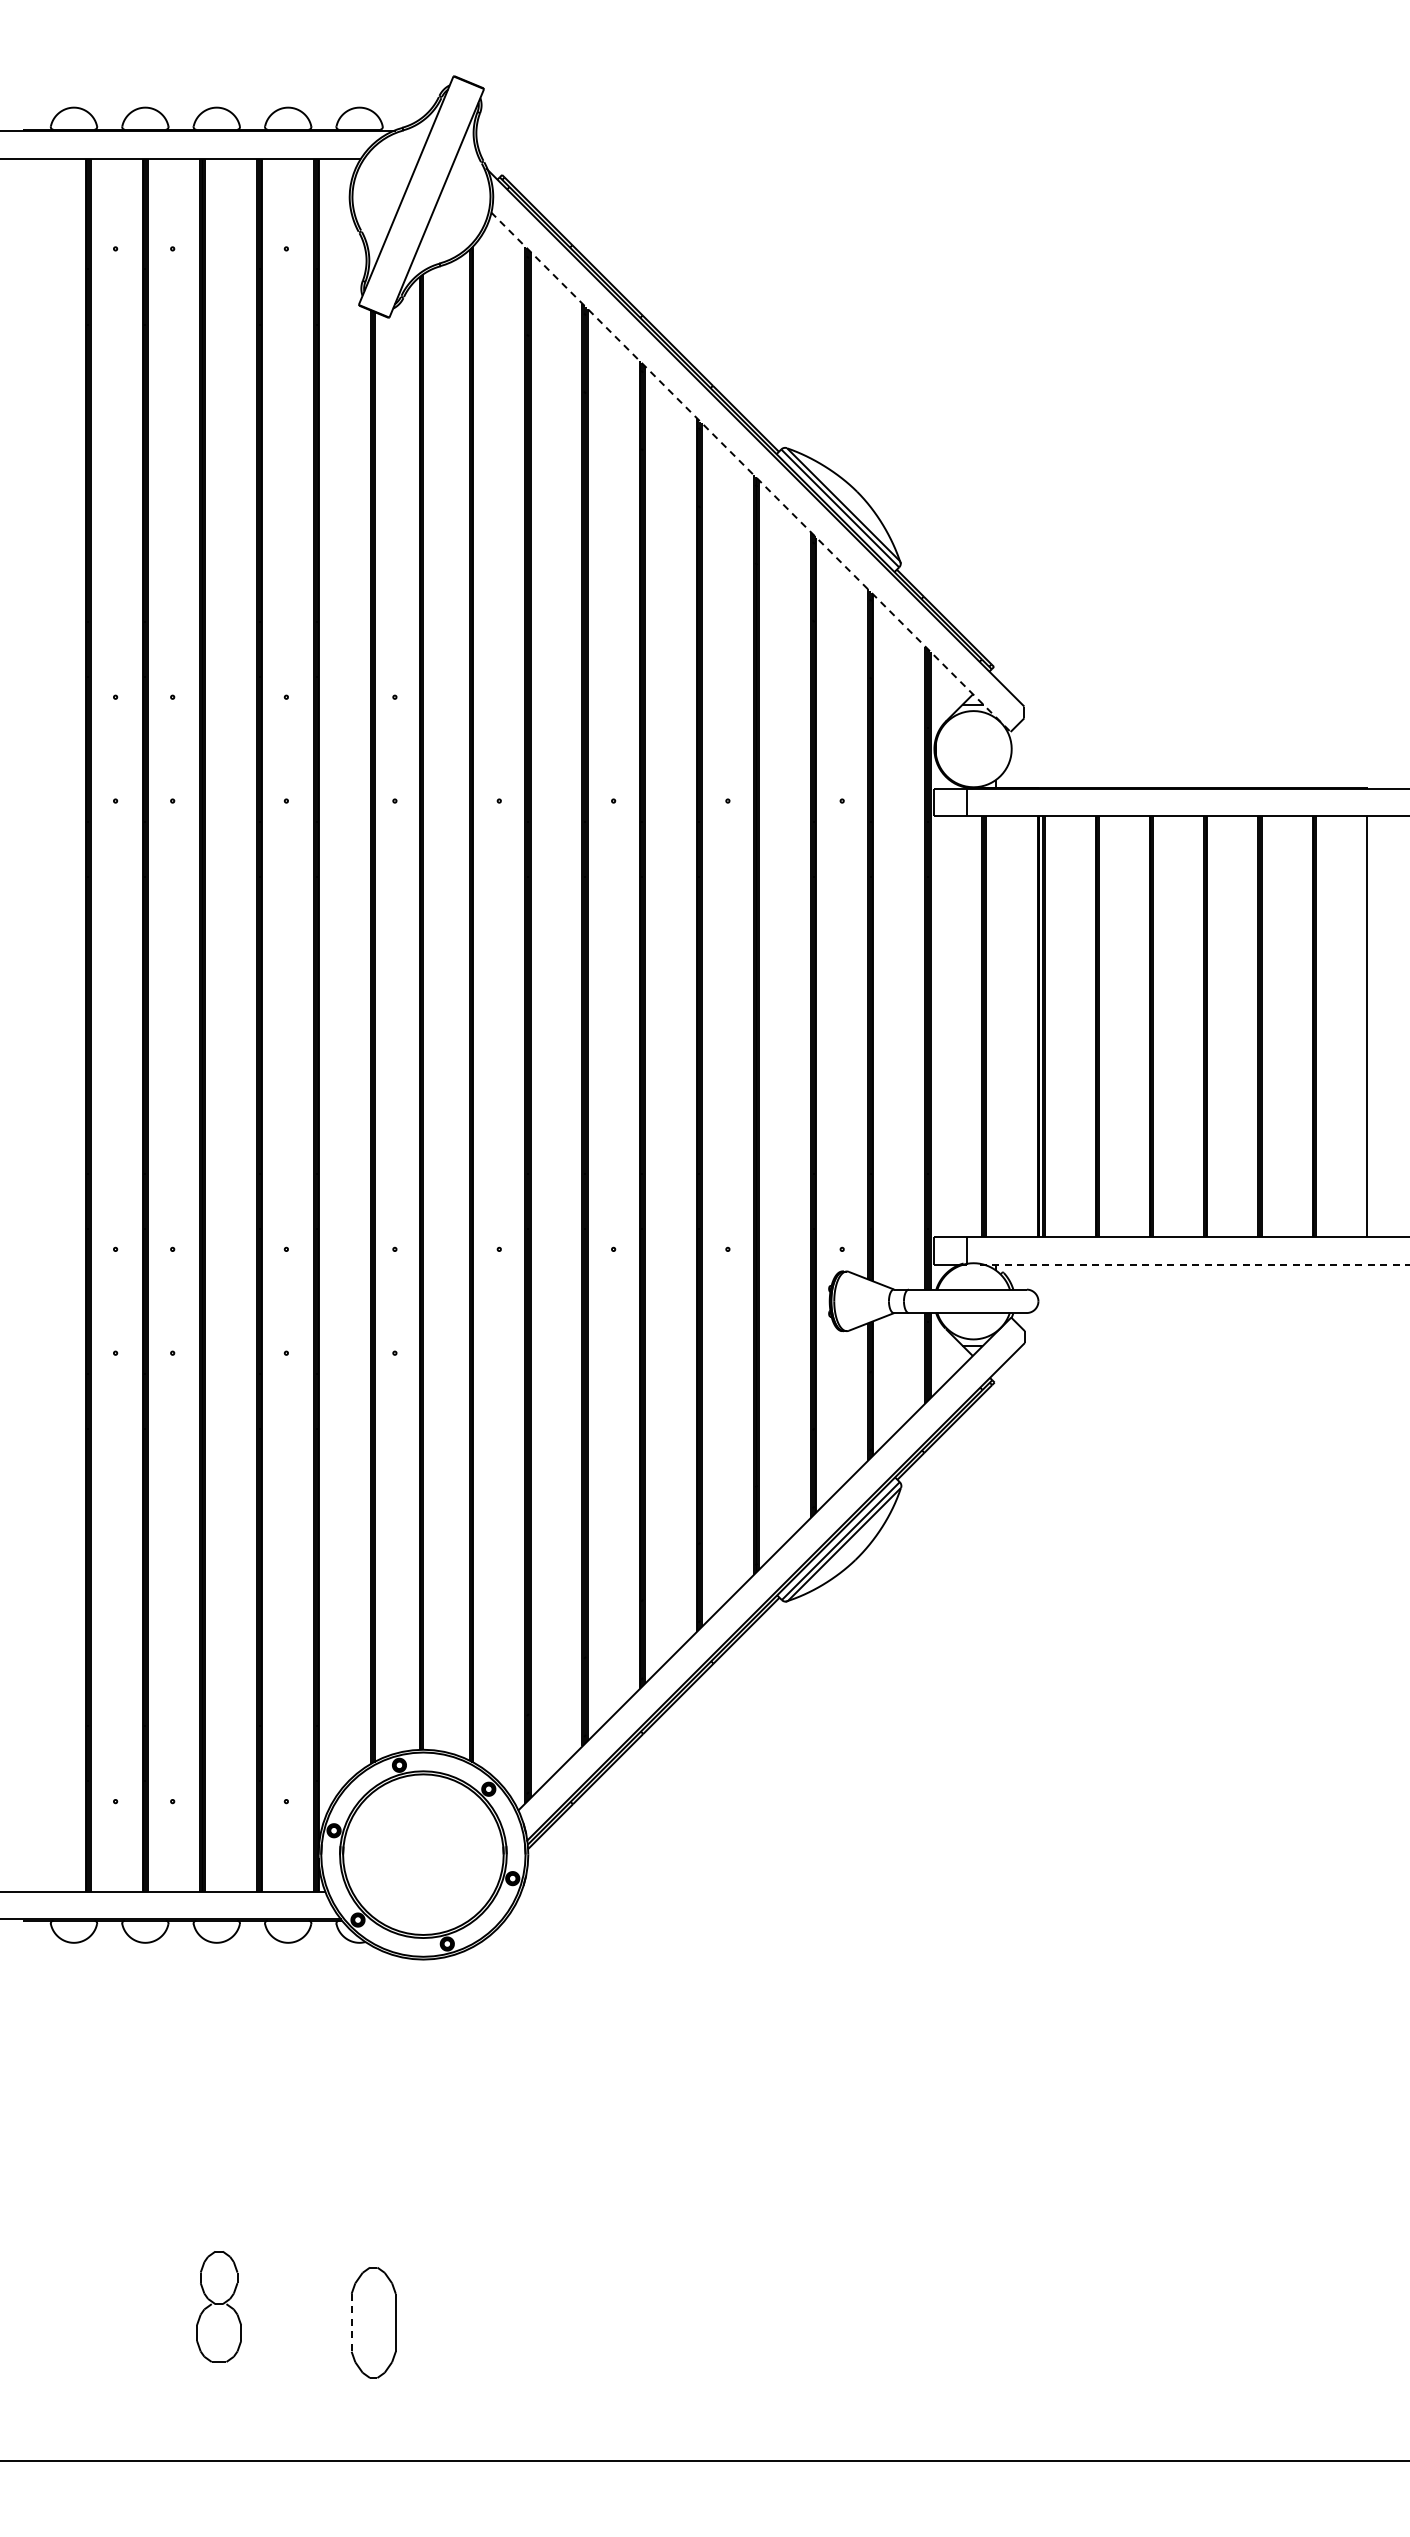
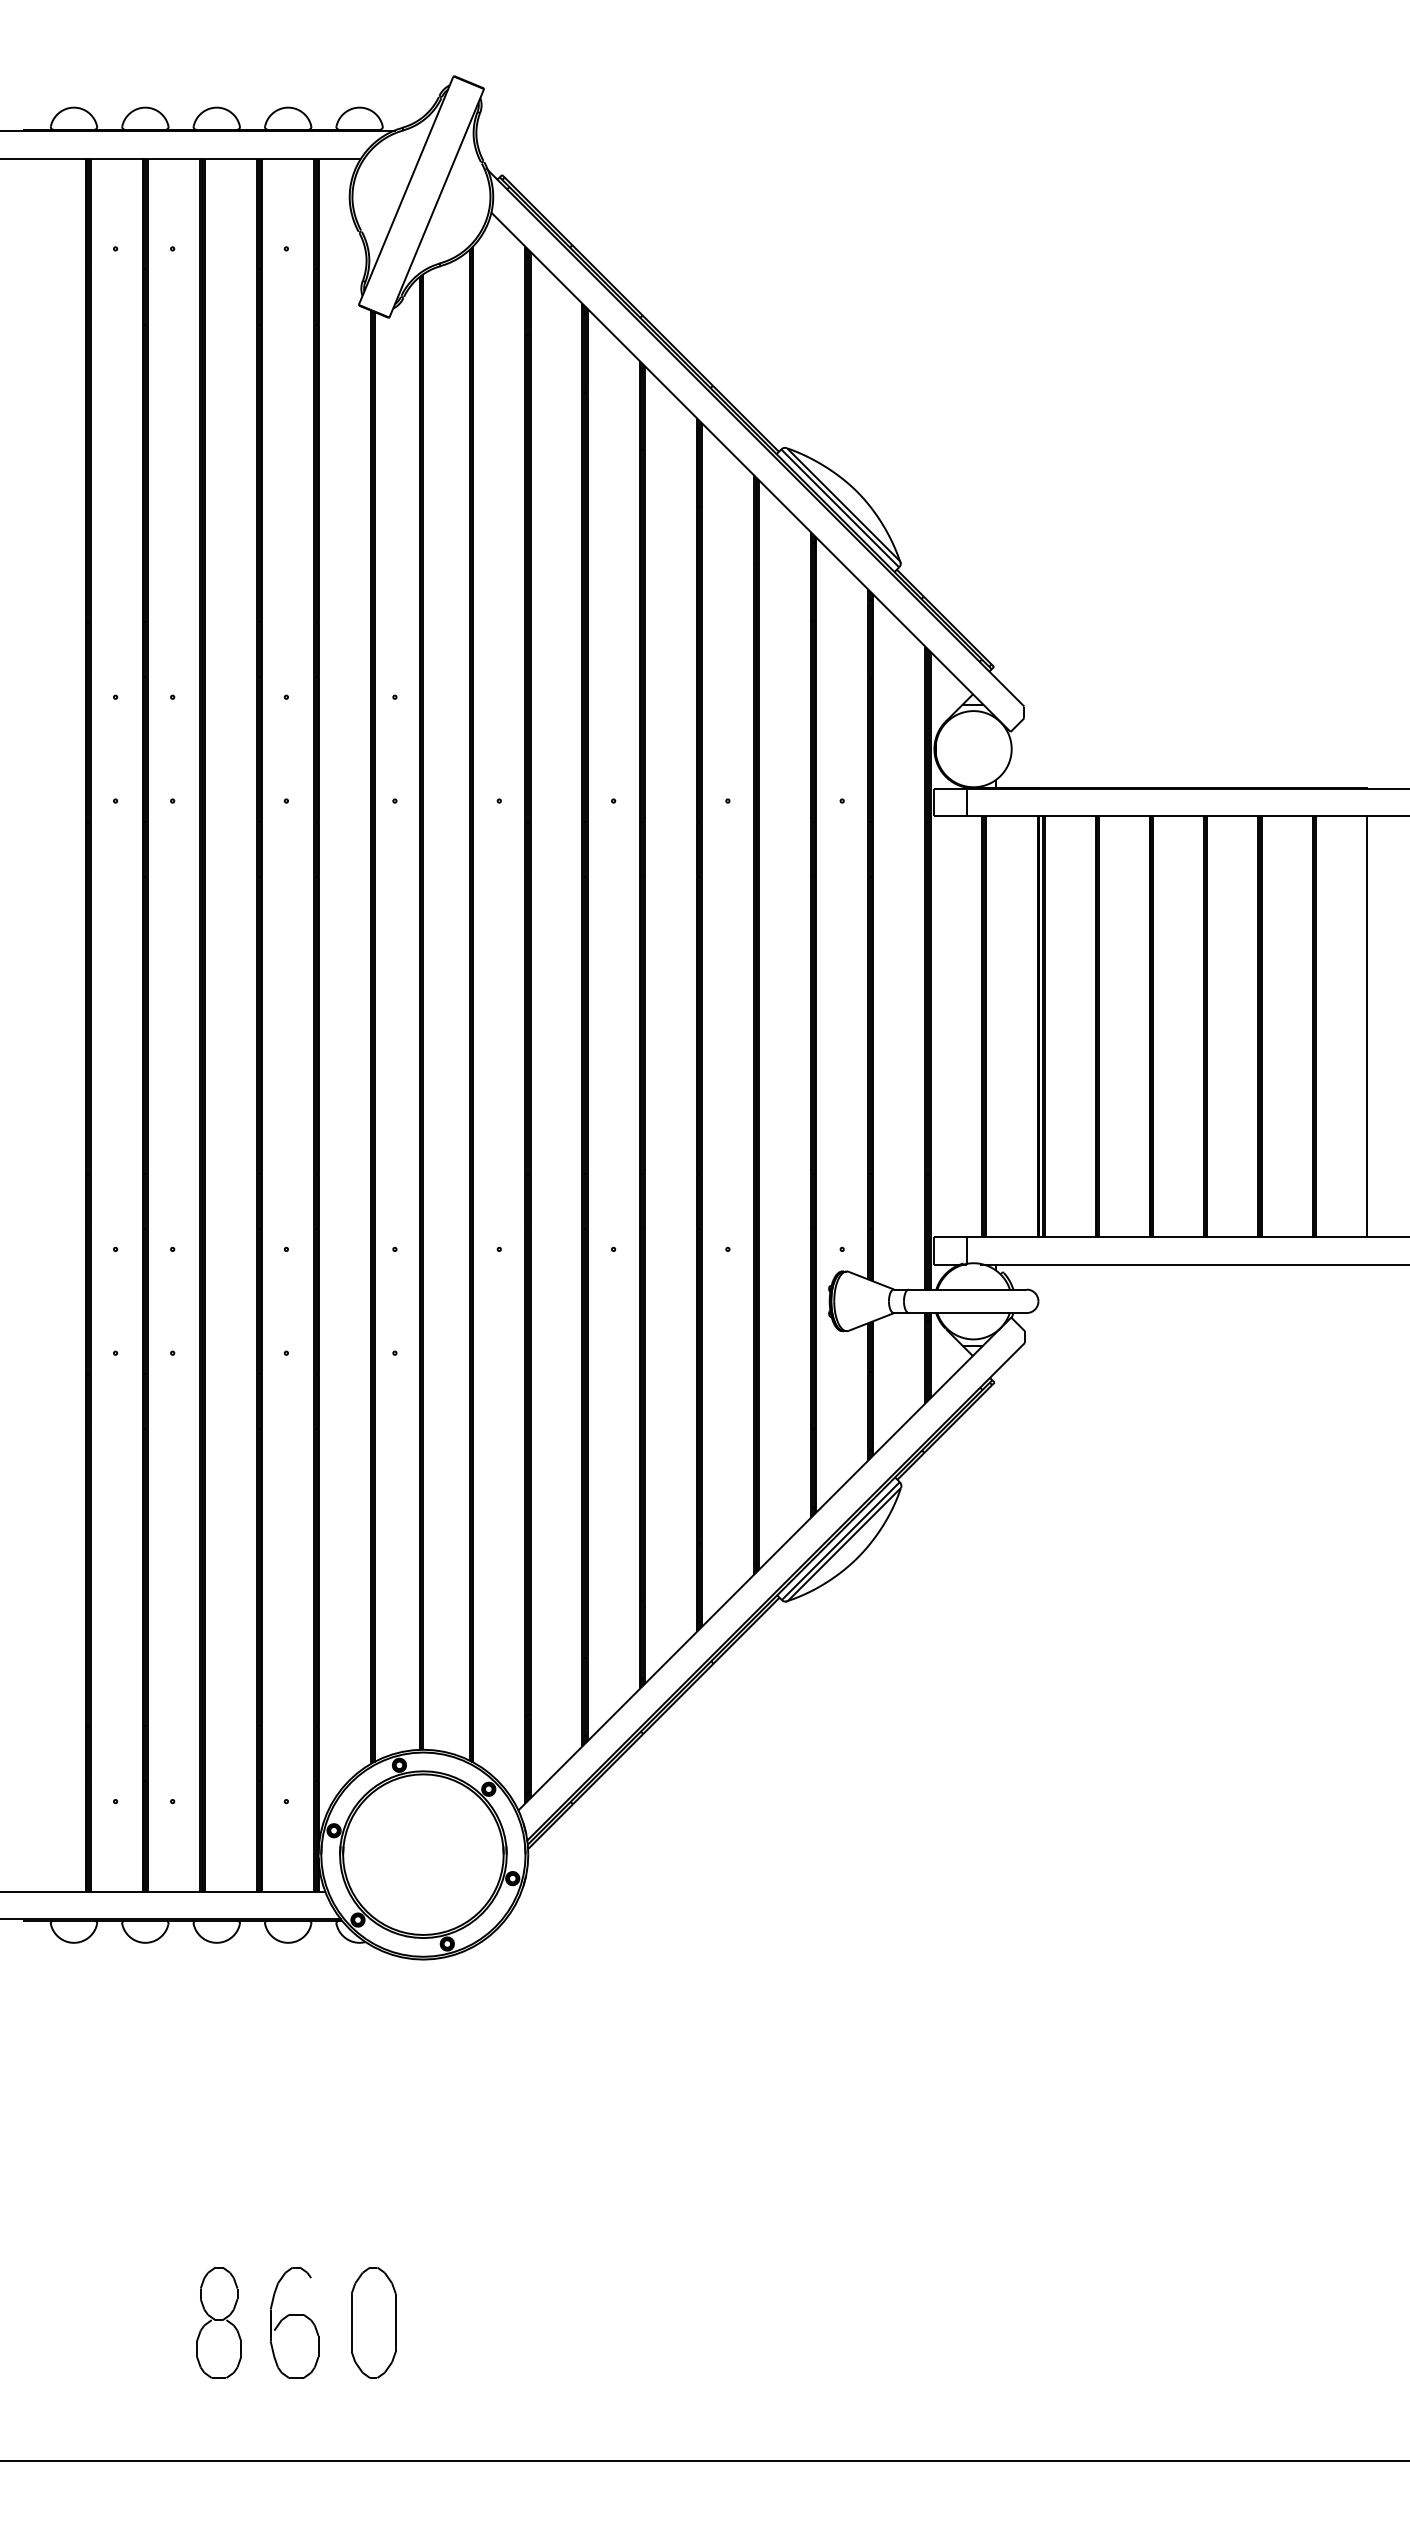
line at (751, 472): dashed -> solid
line at (1194, 1264): dashed -> solid
part at (218, 2306) position: (218, 2306) -> (218, 2322)
part at (294, 2315): none -> present
line at (351, 2322): dashed -> solid
